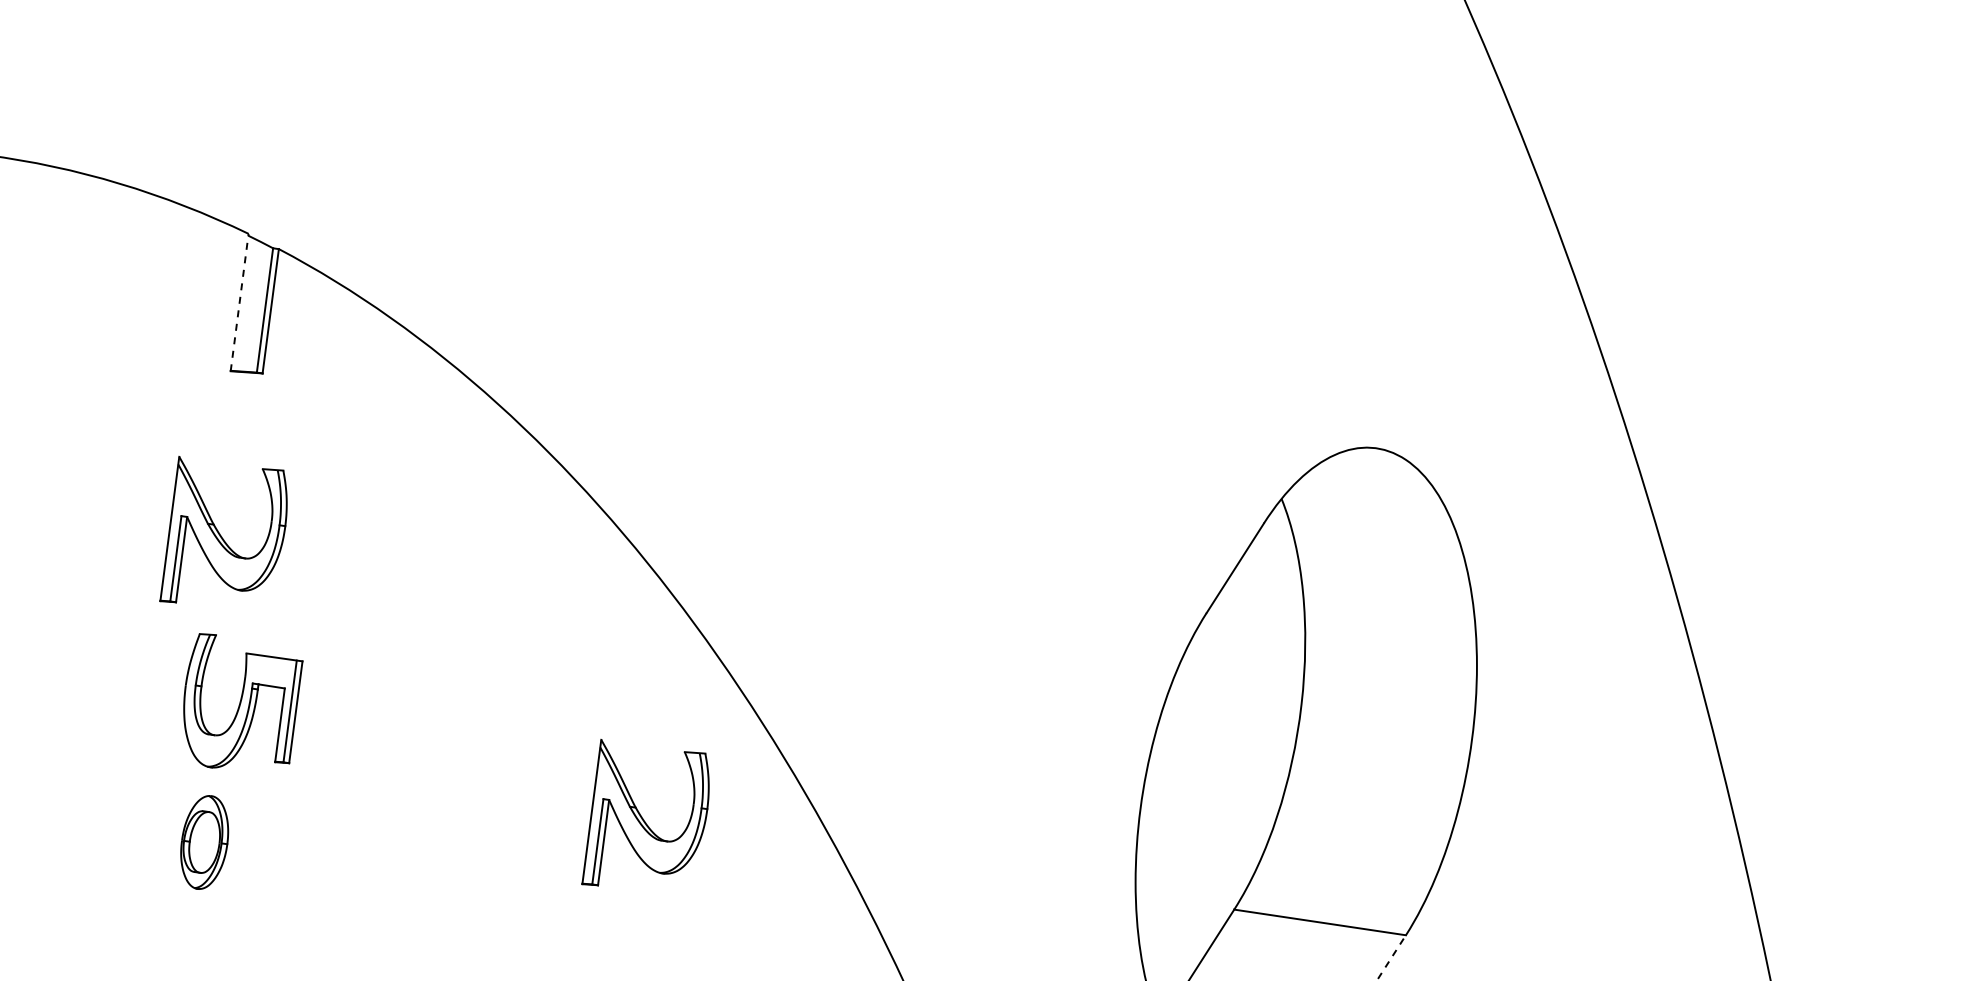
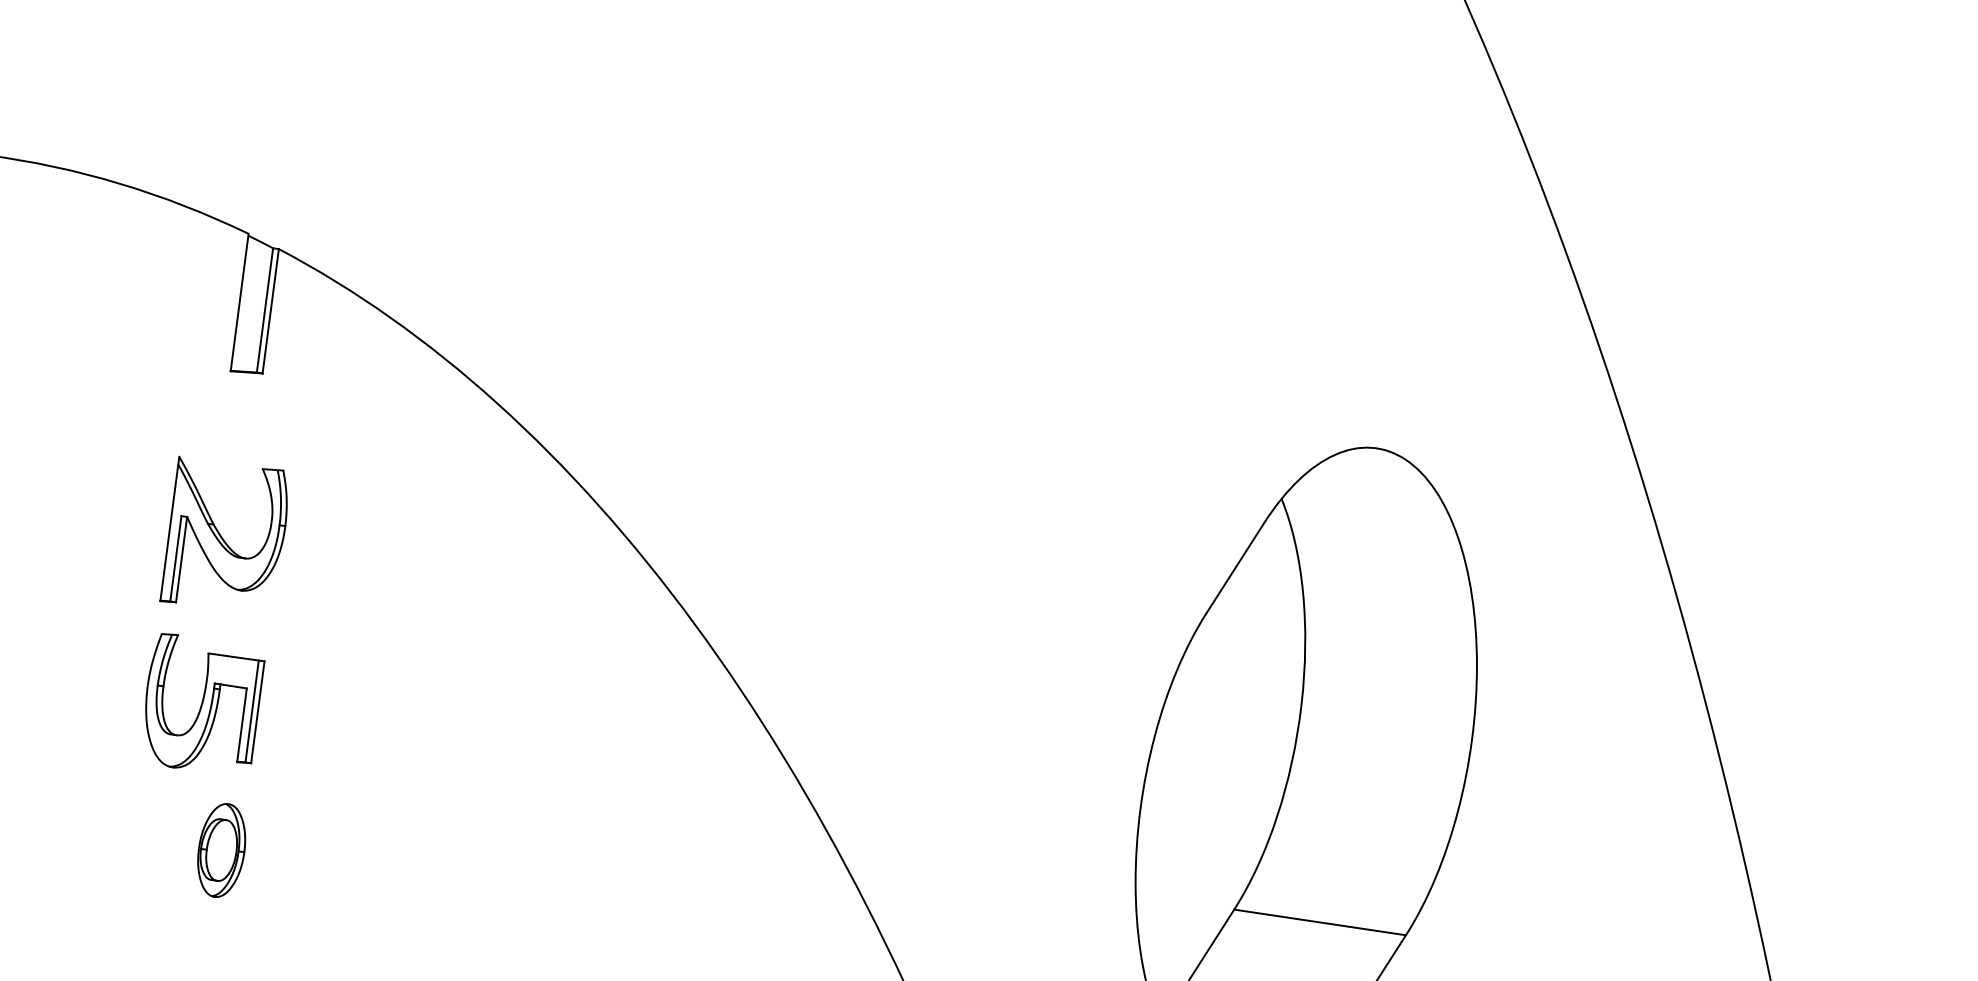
line at (239, 302): dashed -> solid
part at (243, 700) position: (243, 700) -> (205, 700)
part at (645, 812): present -> none
part at (204, 842) position: (204, 842) -> (221, 850)
line at (1391, 957): dashed -> solid
